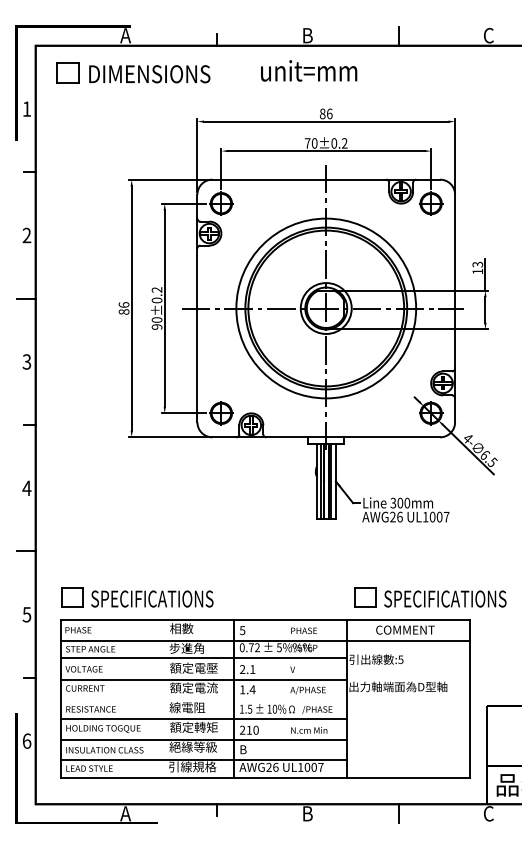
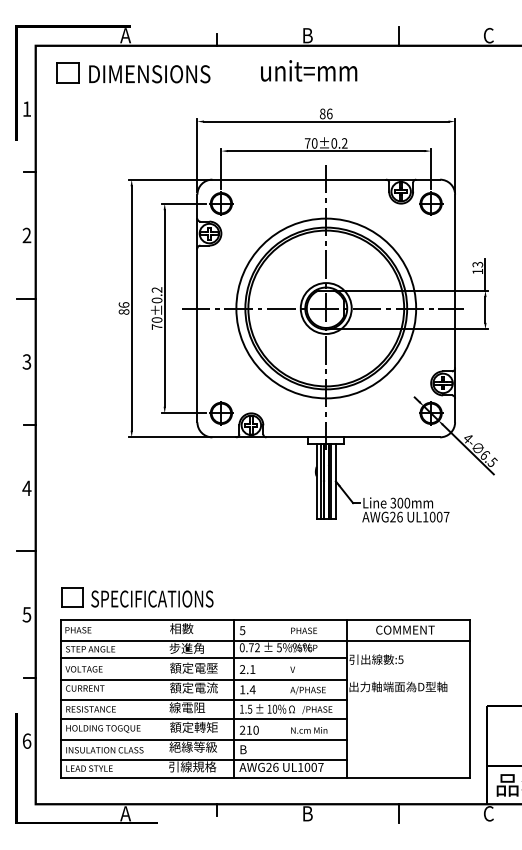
text at (156, 326): 90±0.2 -> 70±0.2
part at (430, 597): present -> none
line at (203, 699): none -> present
